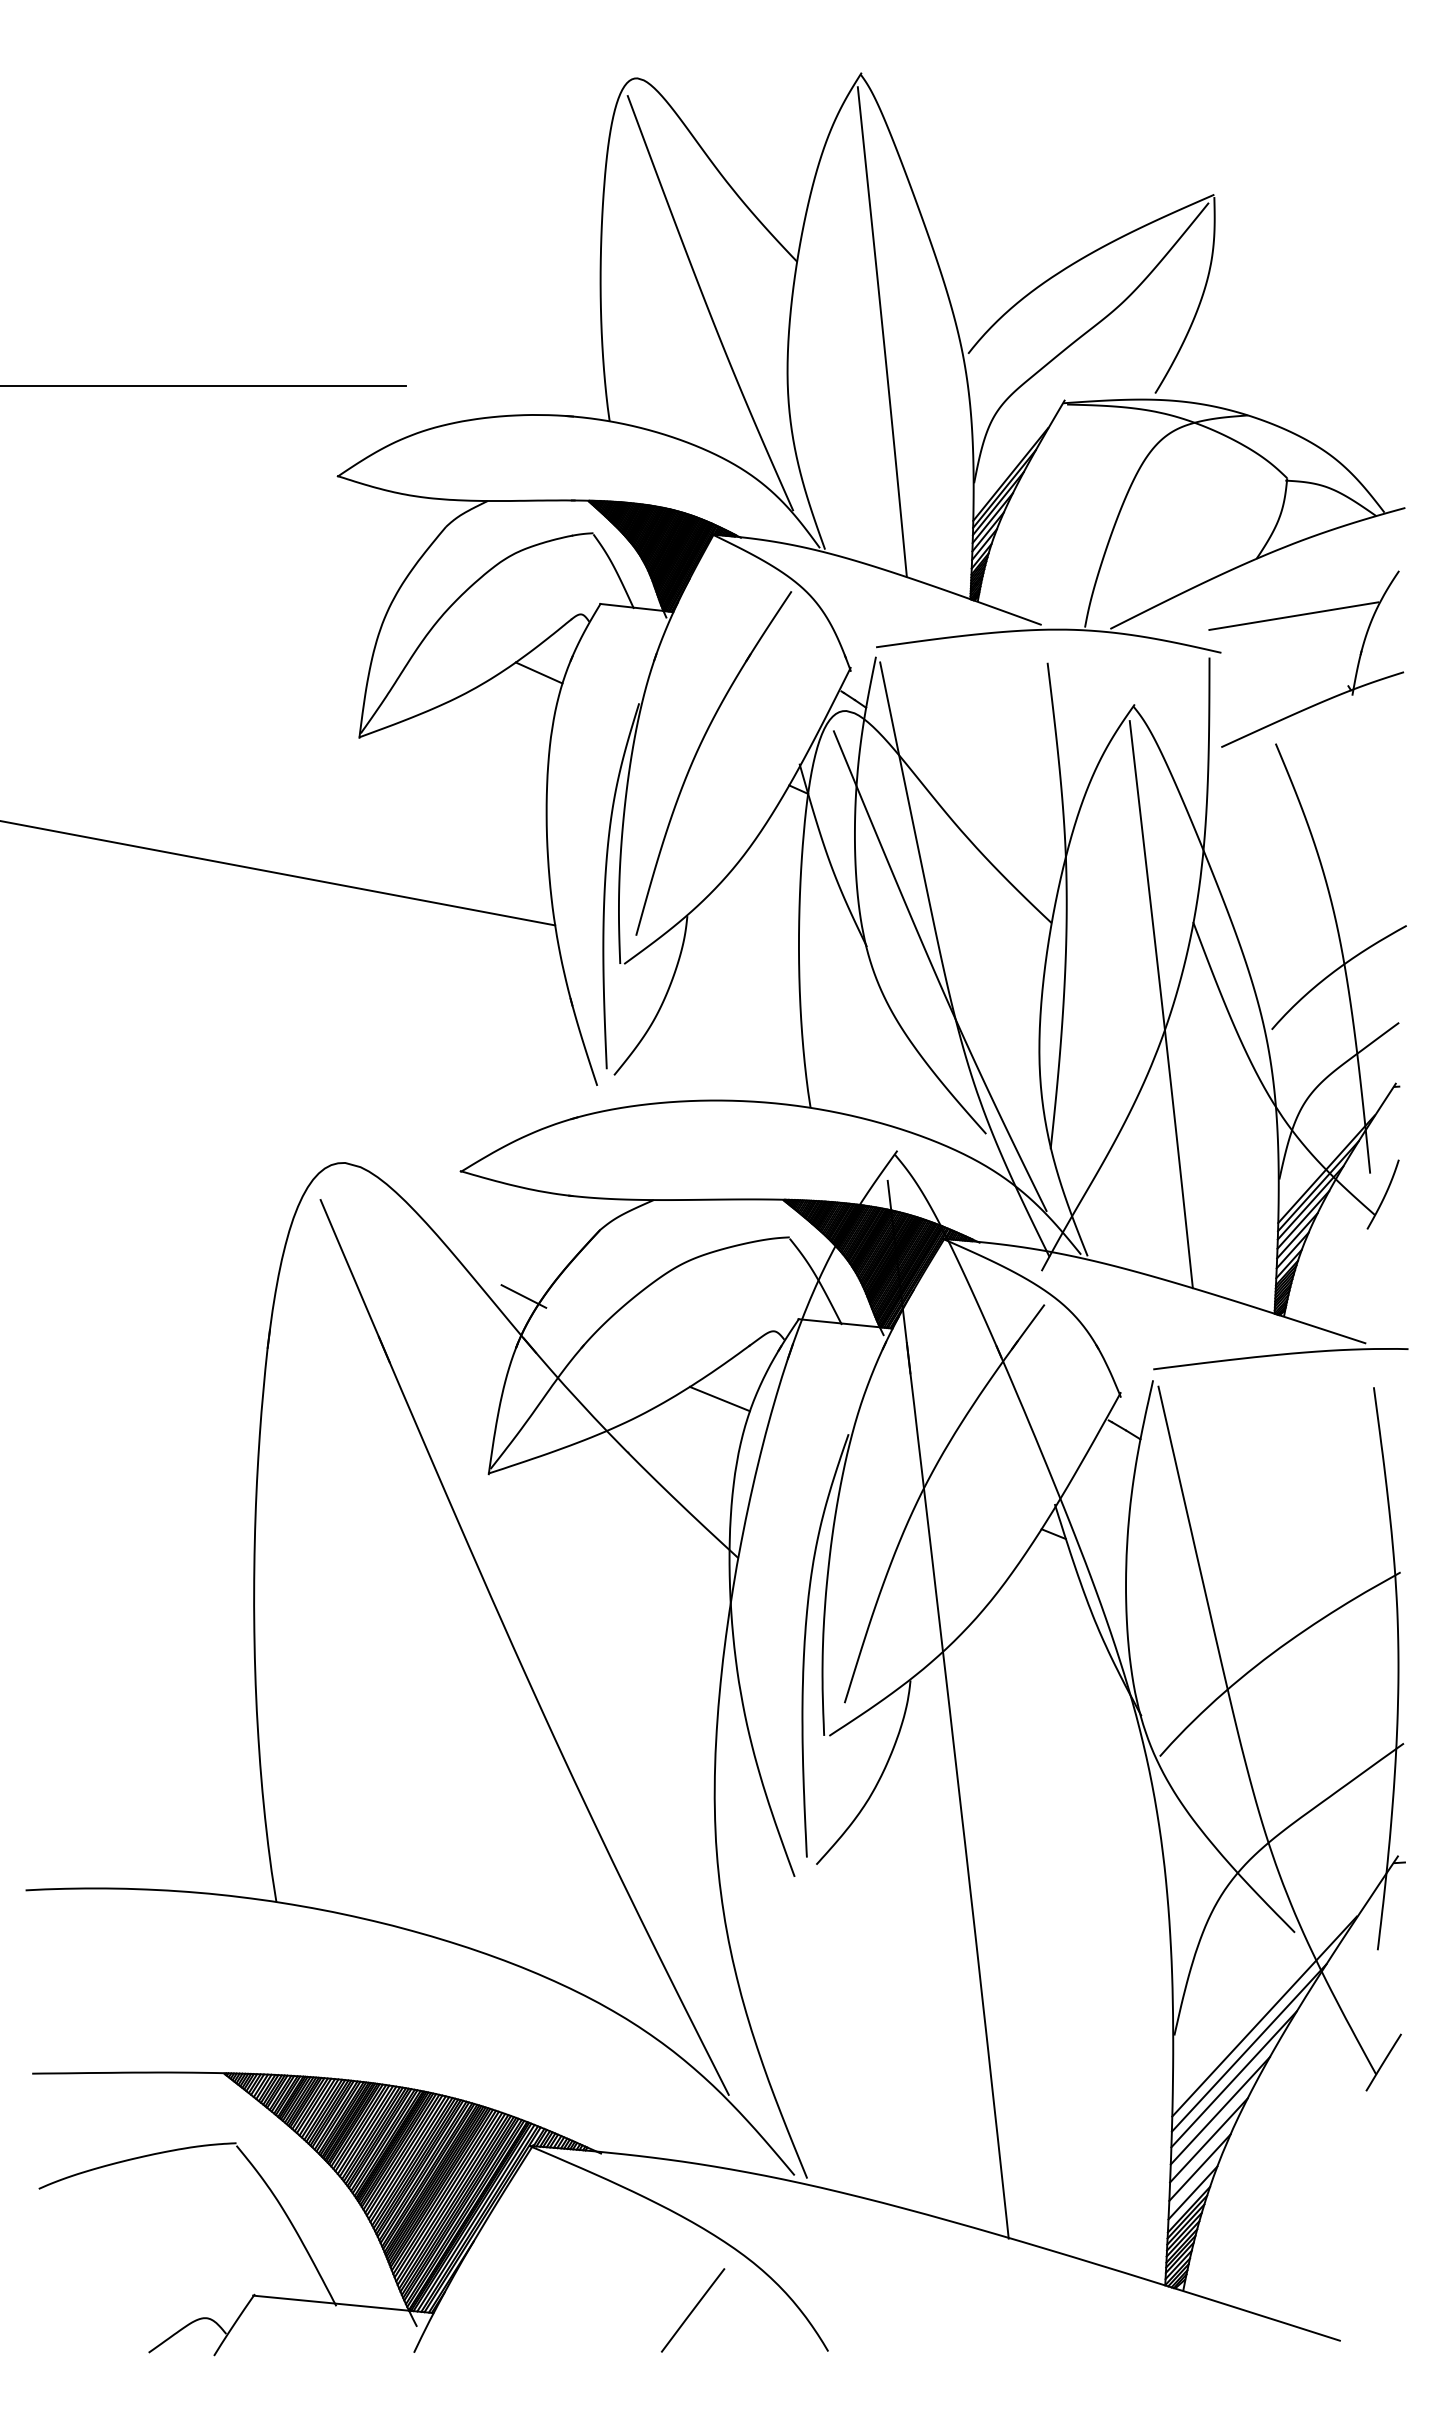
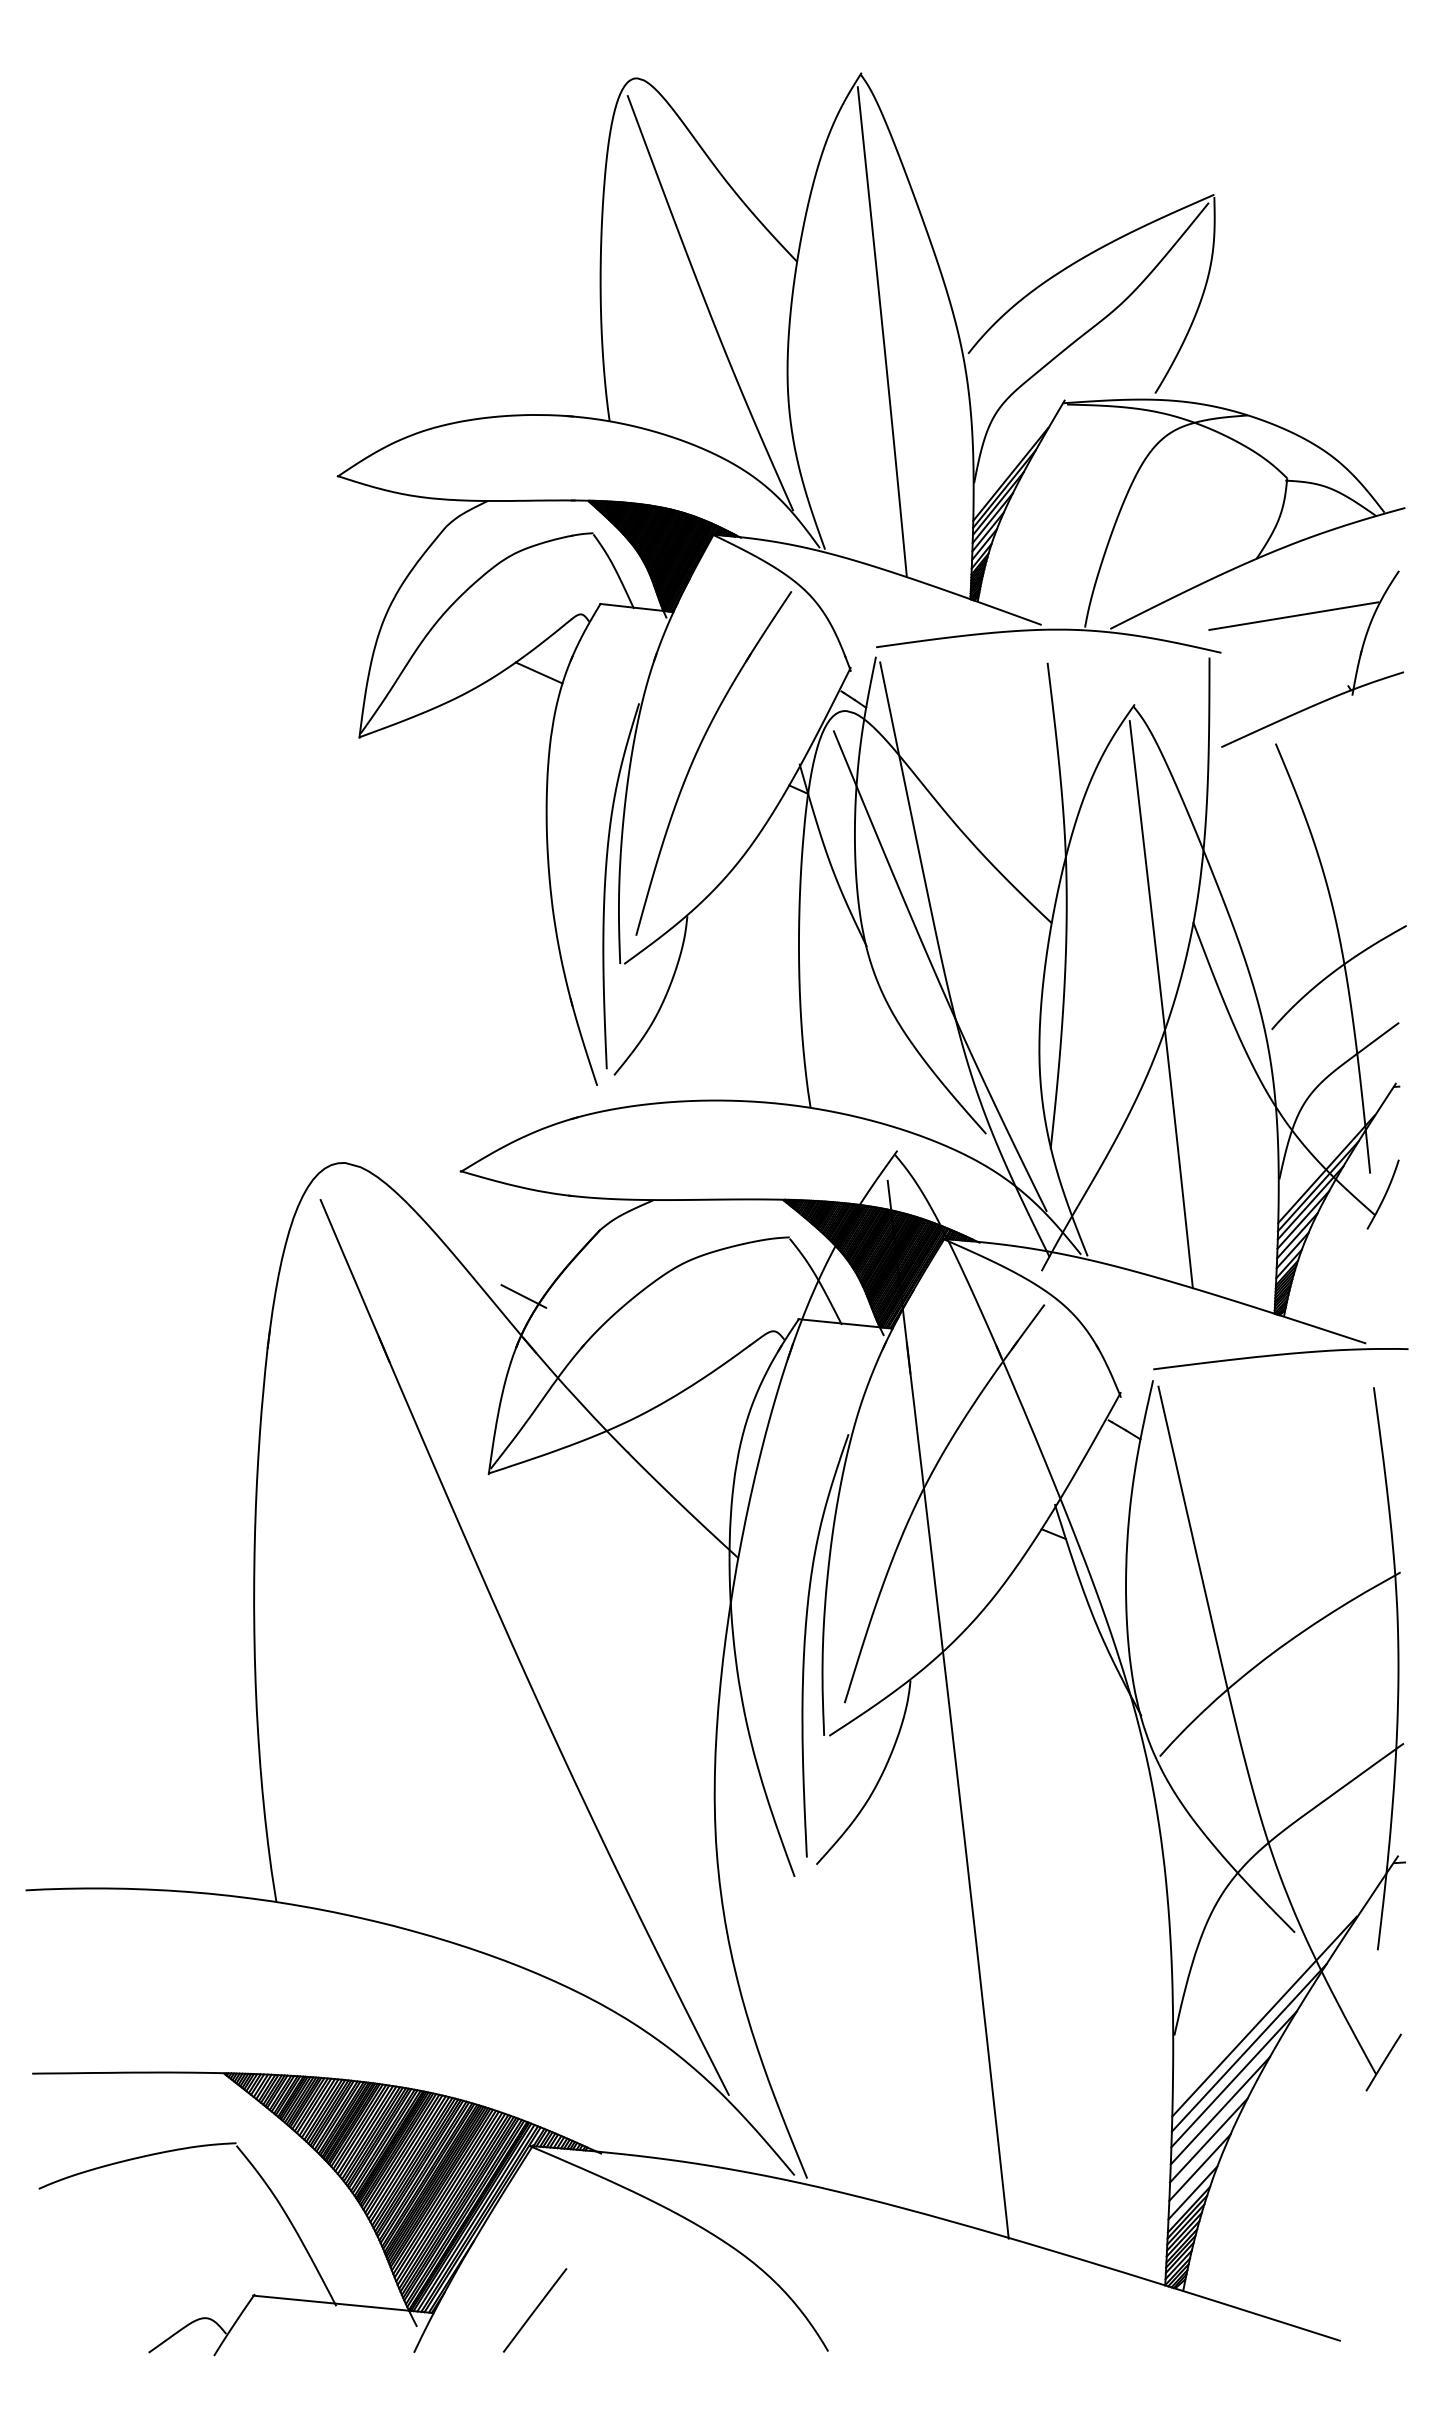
line at (204, 386): present -> none
line at (278, 873): present -> none
line at (719, 1398): present -> none
line at (692, 2310) position: (692, 2310) -> (534, 2310)
